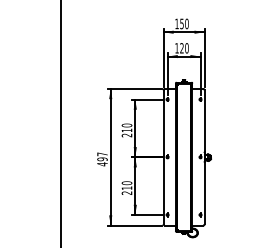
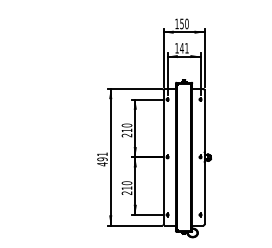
text at (184, 48): 120 -> 141
line at (60, 123): present -> none
text at (102, 154): 497 -> 491
